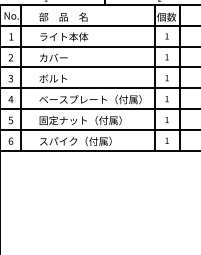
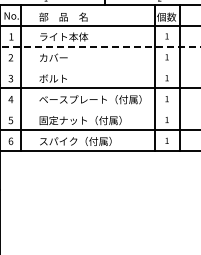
line at (99, 46): solid -> dashed
line at (99, 67): present -> none
line at (99, 109): present -> none
